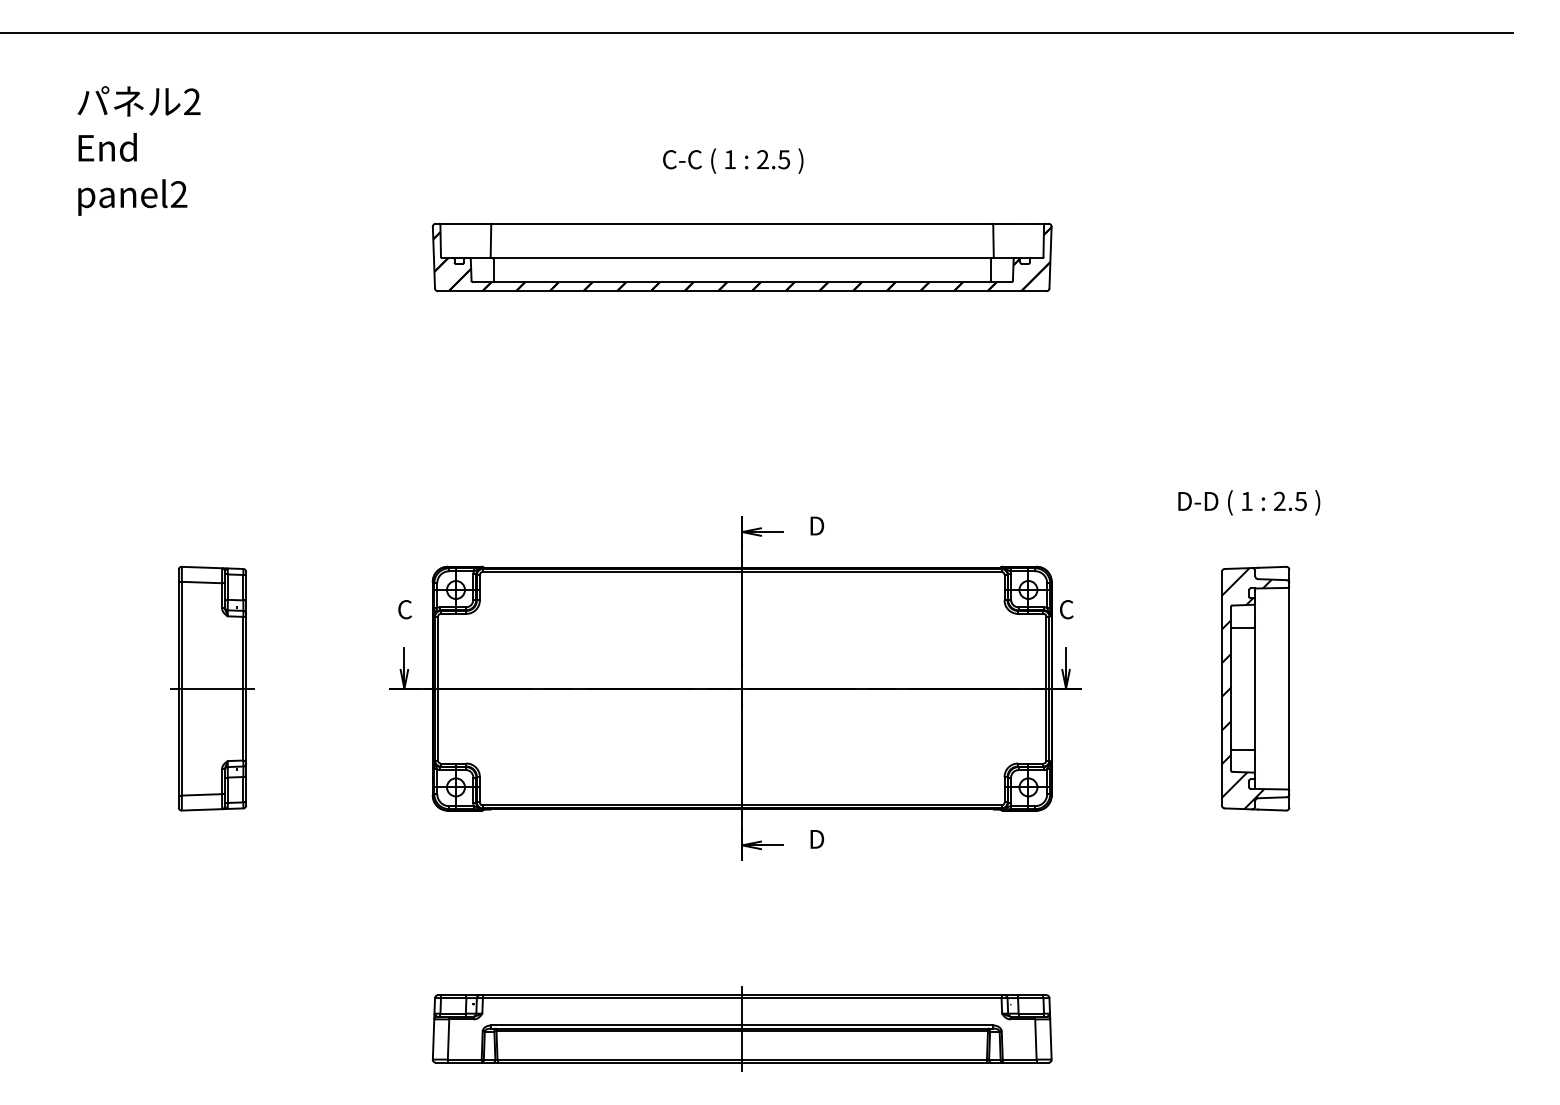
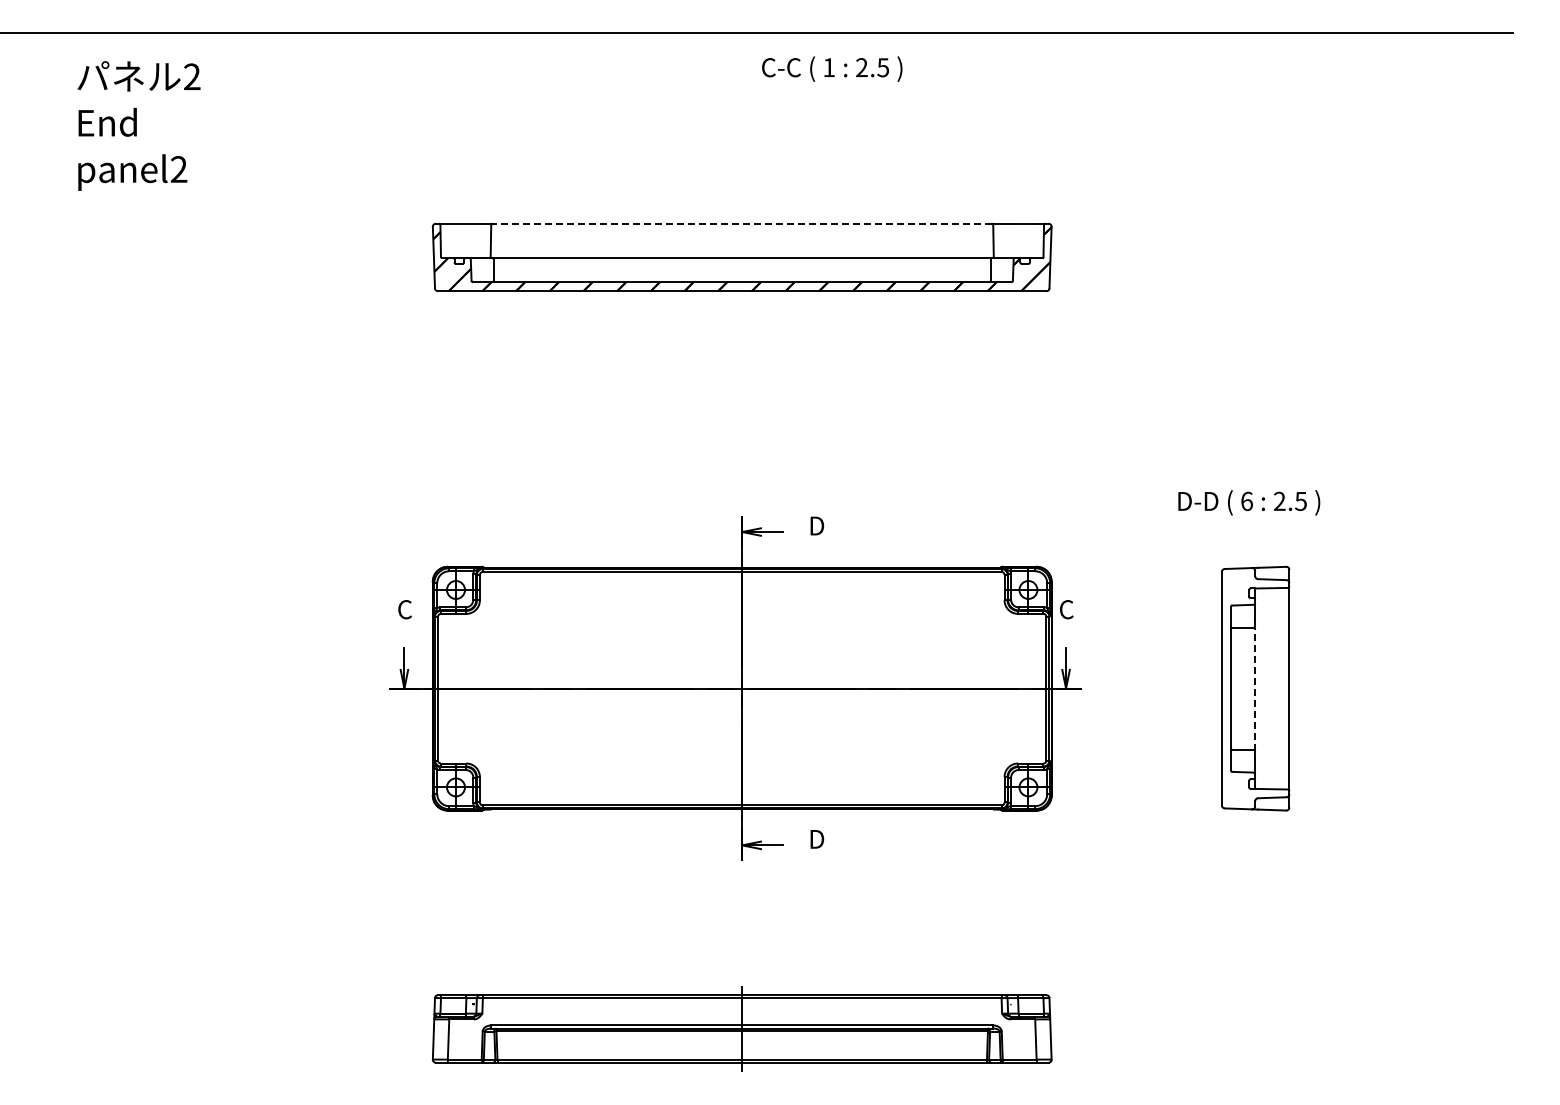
text at (138, 150) position: (138, 150) -> (138, 125)
text at (733, 160) position: (733, 160) -> (832, 68)
line at (742, 223): solid -> dashed
text at (1246, 501): 1 -> 6
part at (212, 688): present -> none
hatch at (1246, 688): present -> none
line at (1255, 688): solid -> dashed
